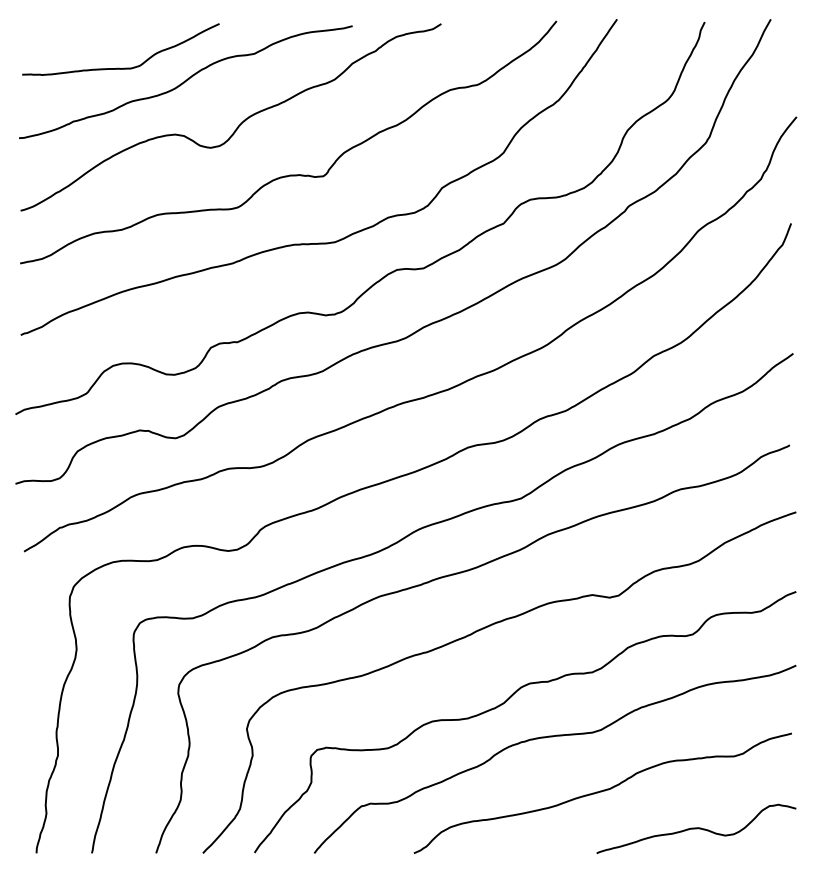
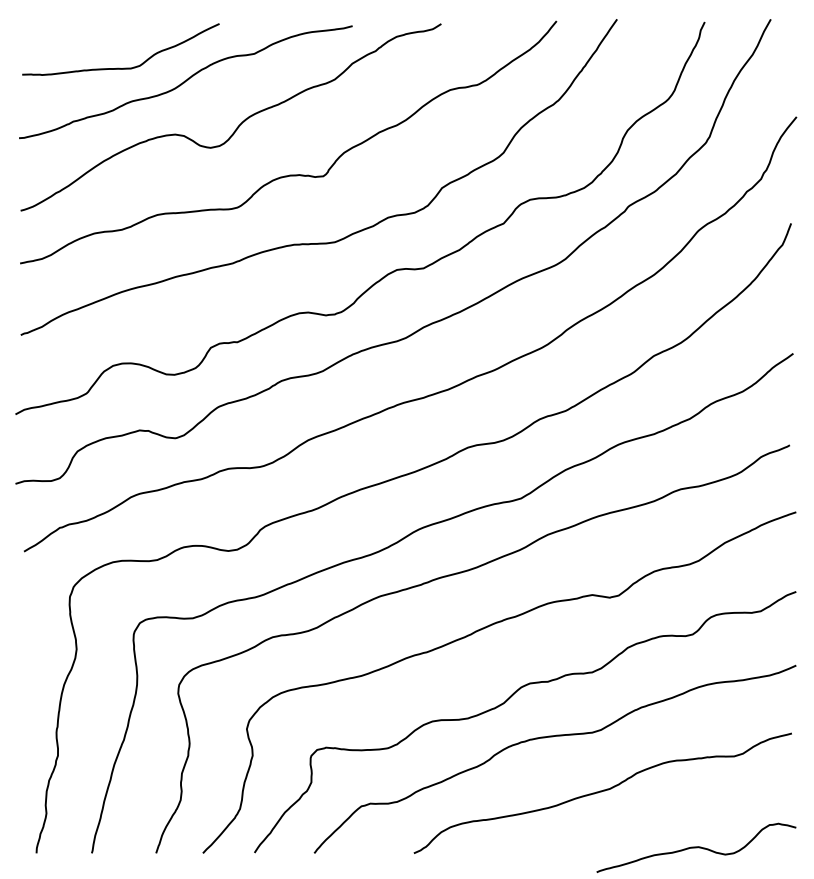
curve at (696, 828) position: (696, 828) -> (696, 847)
